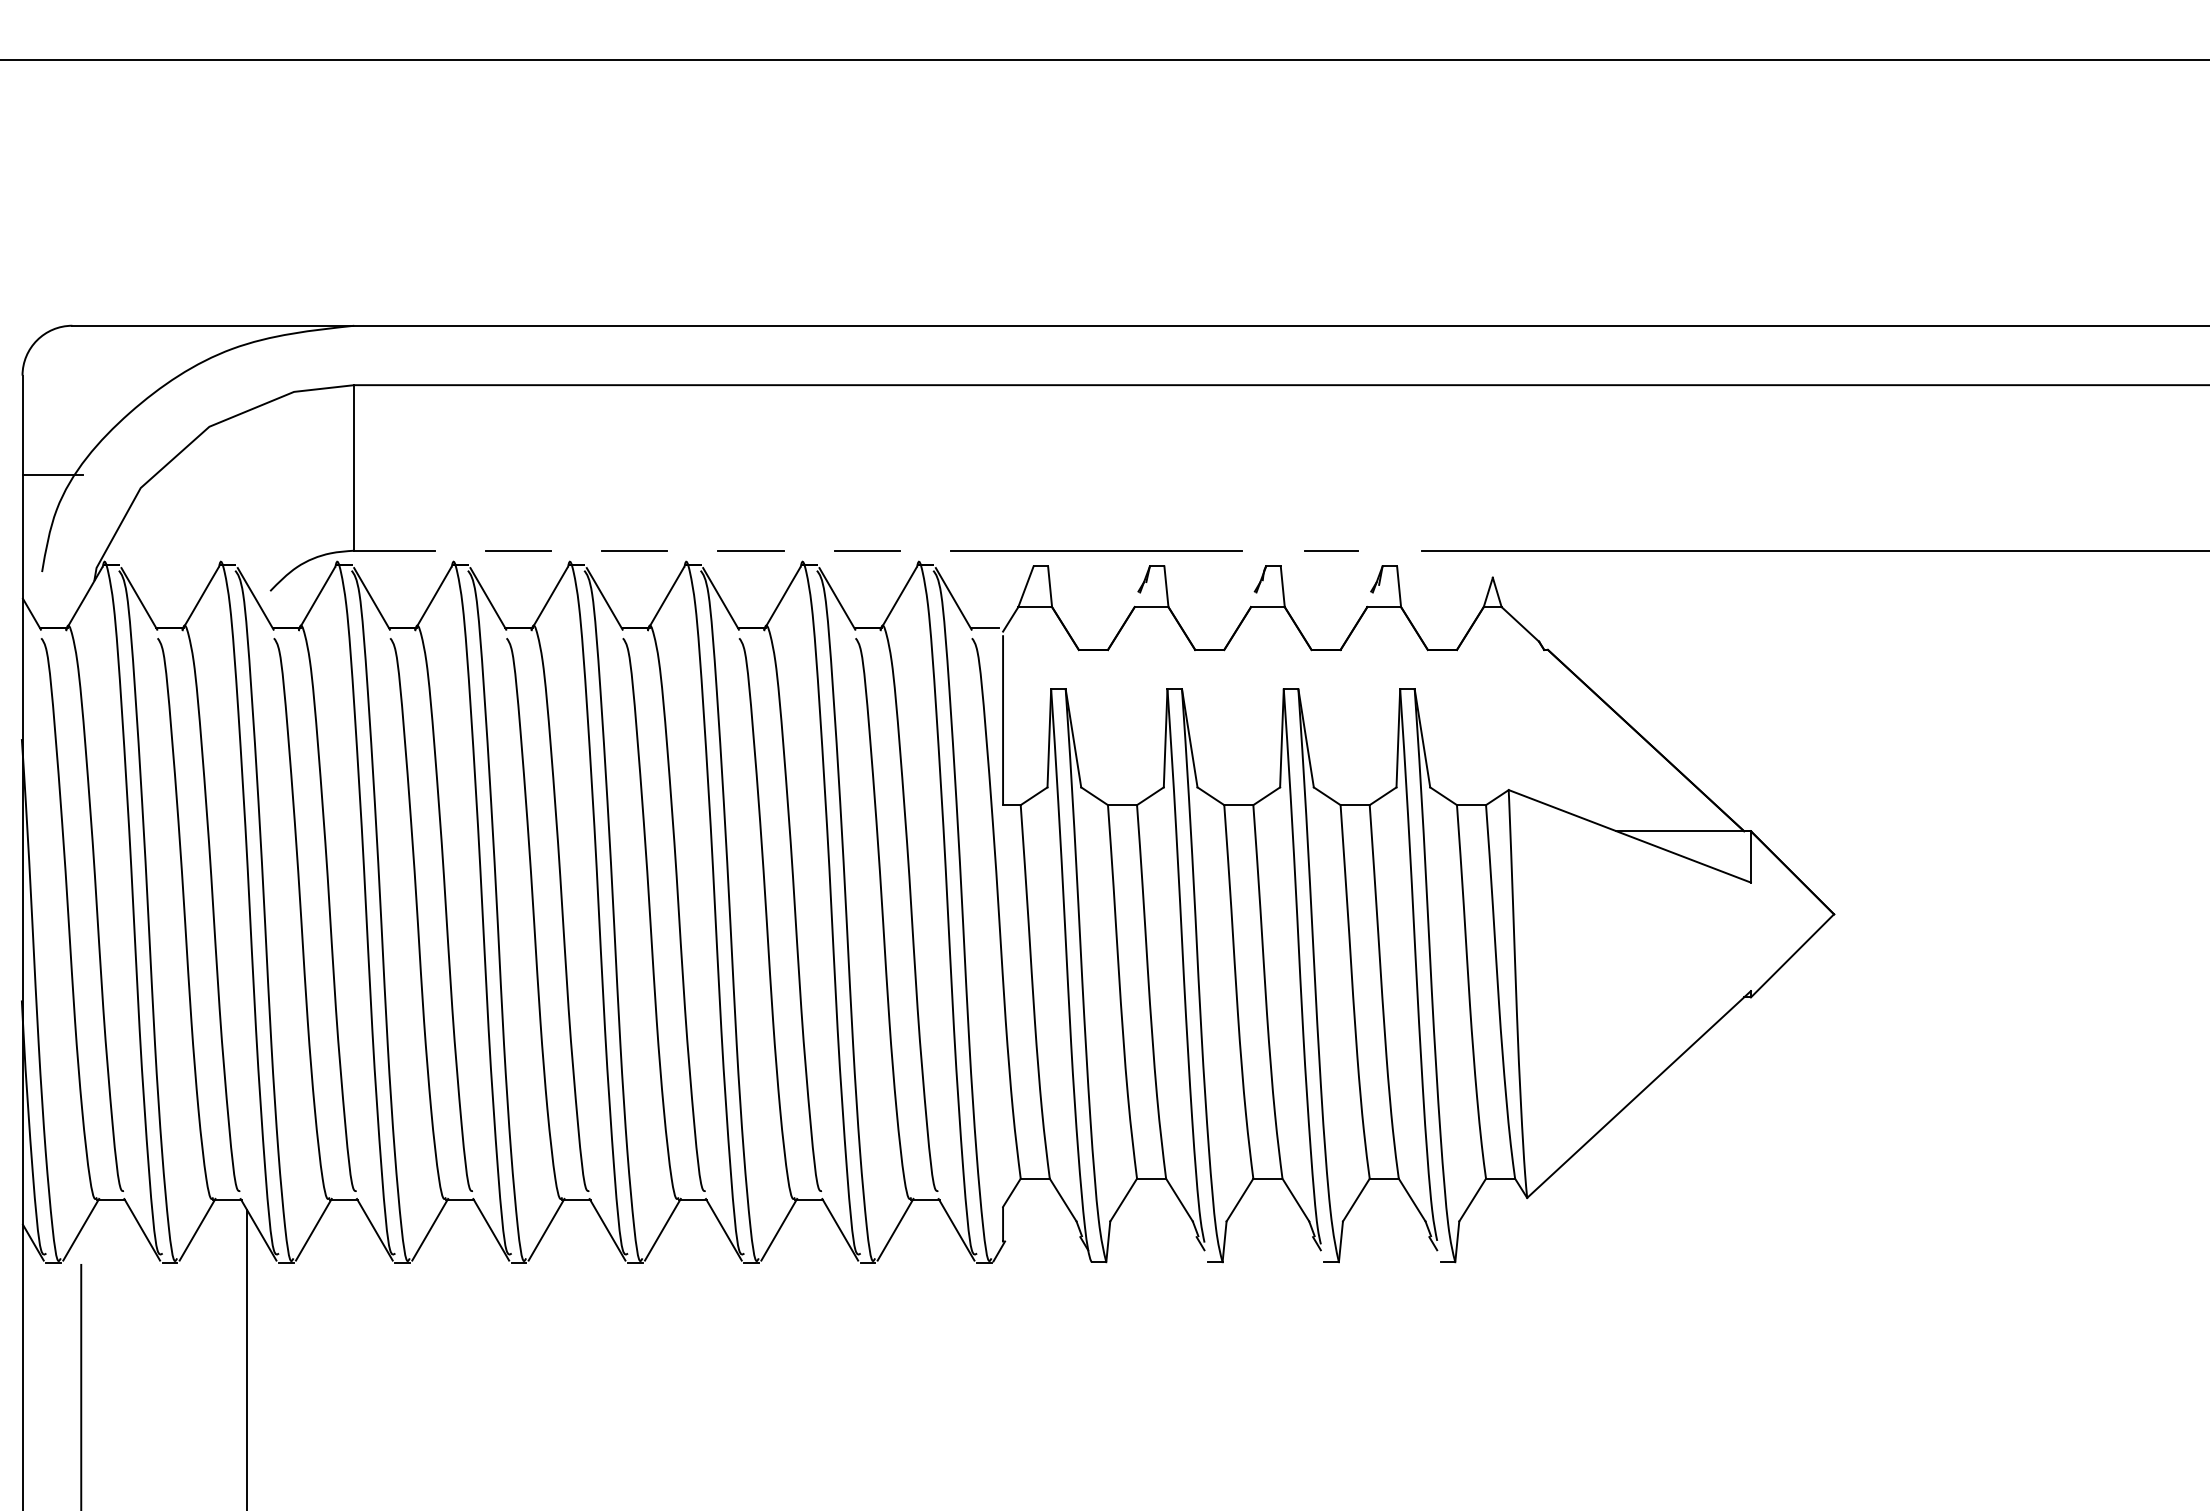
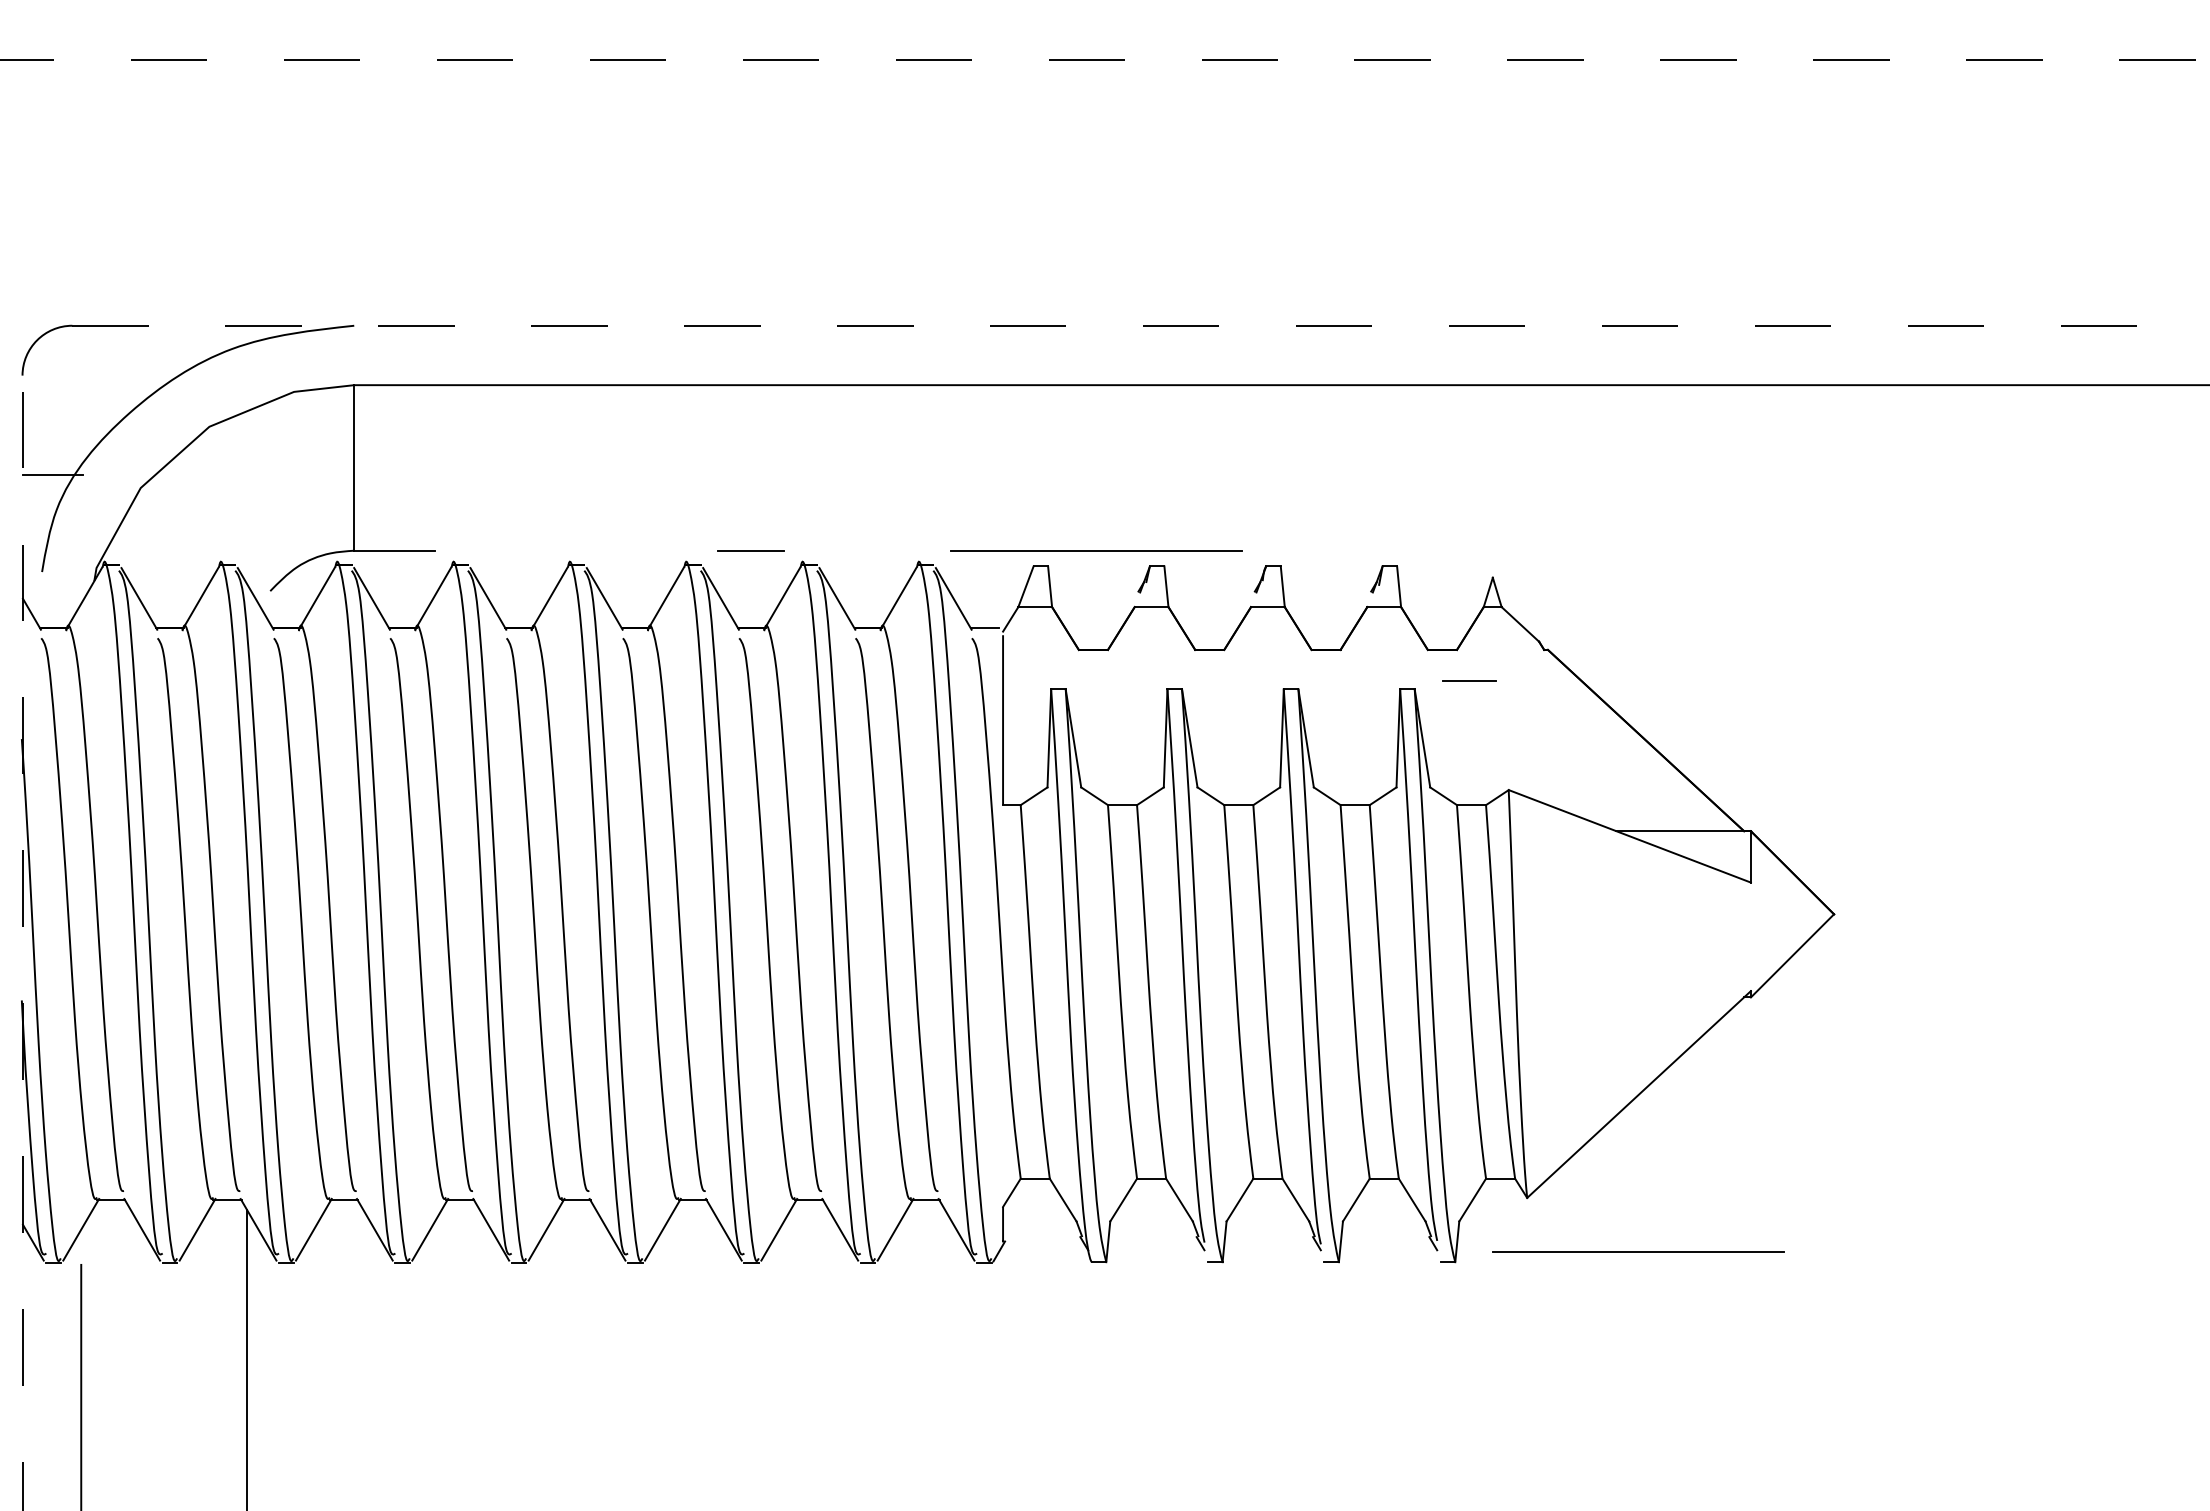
line at (1104, 59): solid -> dashed
line at (1141, 325): solid -> dashed
line at (518, 550): present -> none
line at (634, 550): present -> none
line at (867, 550): present -> none
line at (1331, 550) position: (1331, 550) -> (1469, 680)
line at (1813, 550): present -> none
line at (22, 942): solid -> dashed
line at (1638, 1251): none -> present
